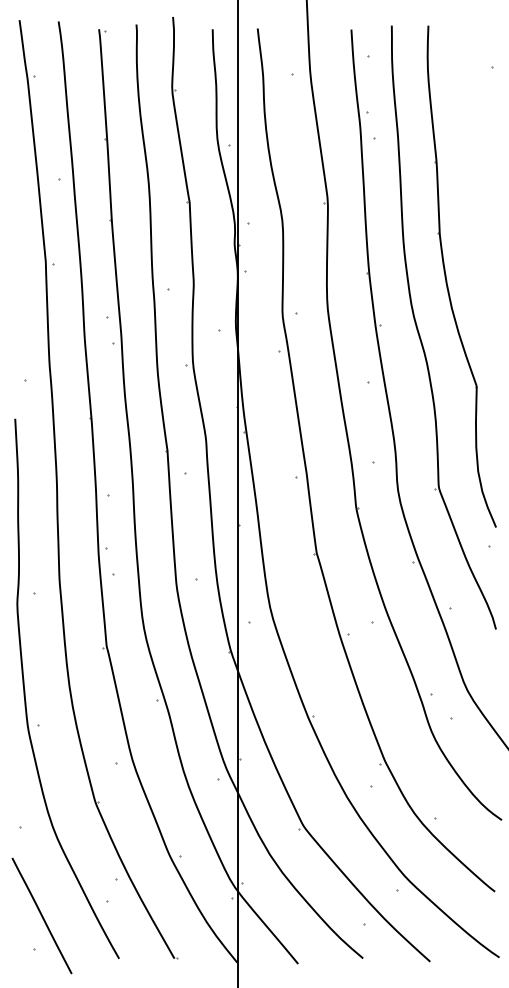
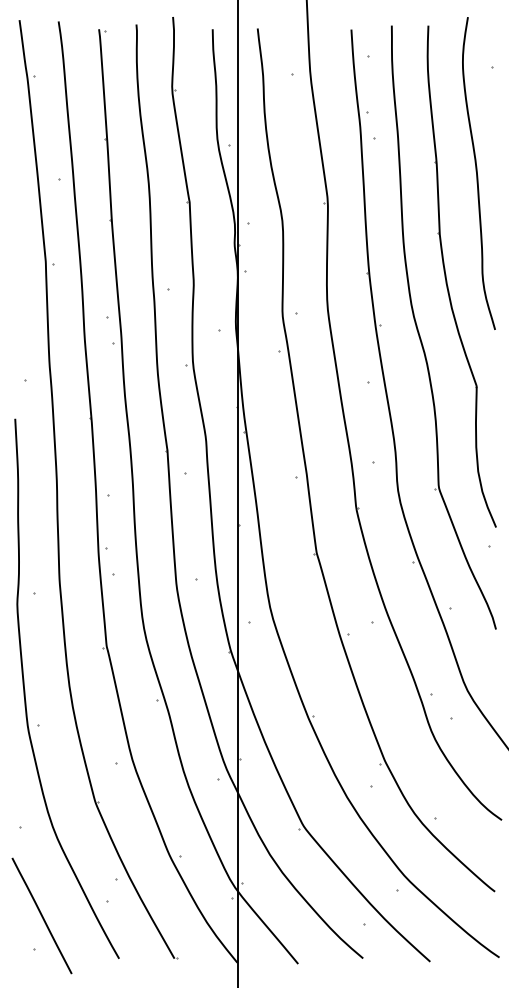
curve at (477, 173): none -> present
